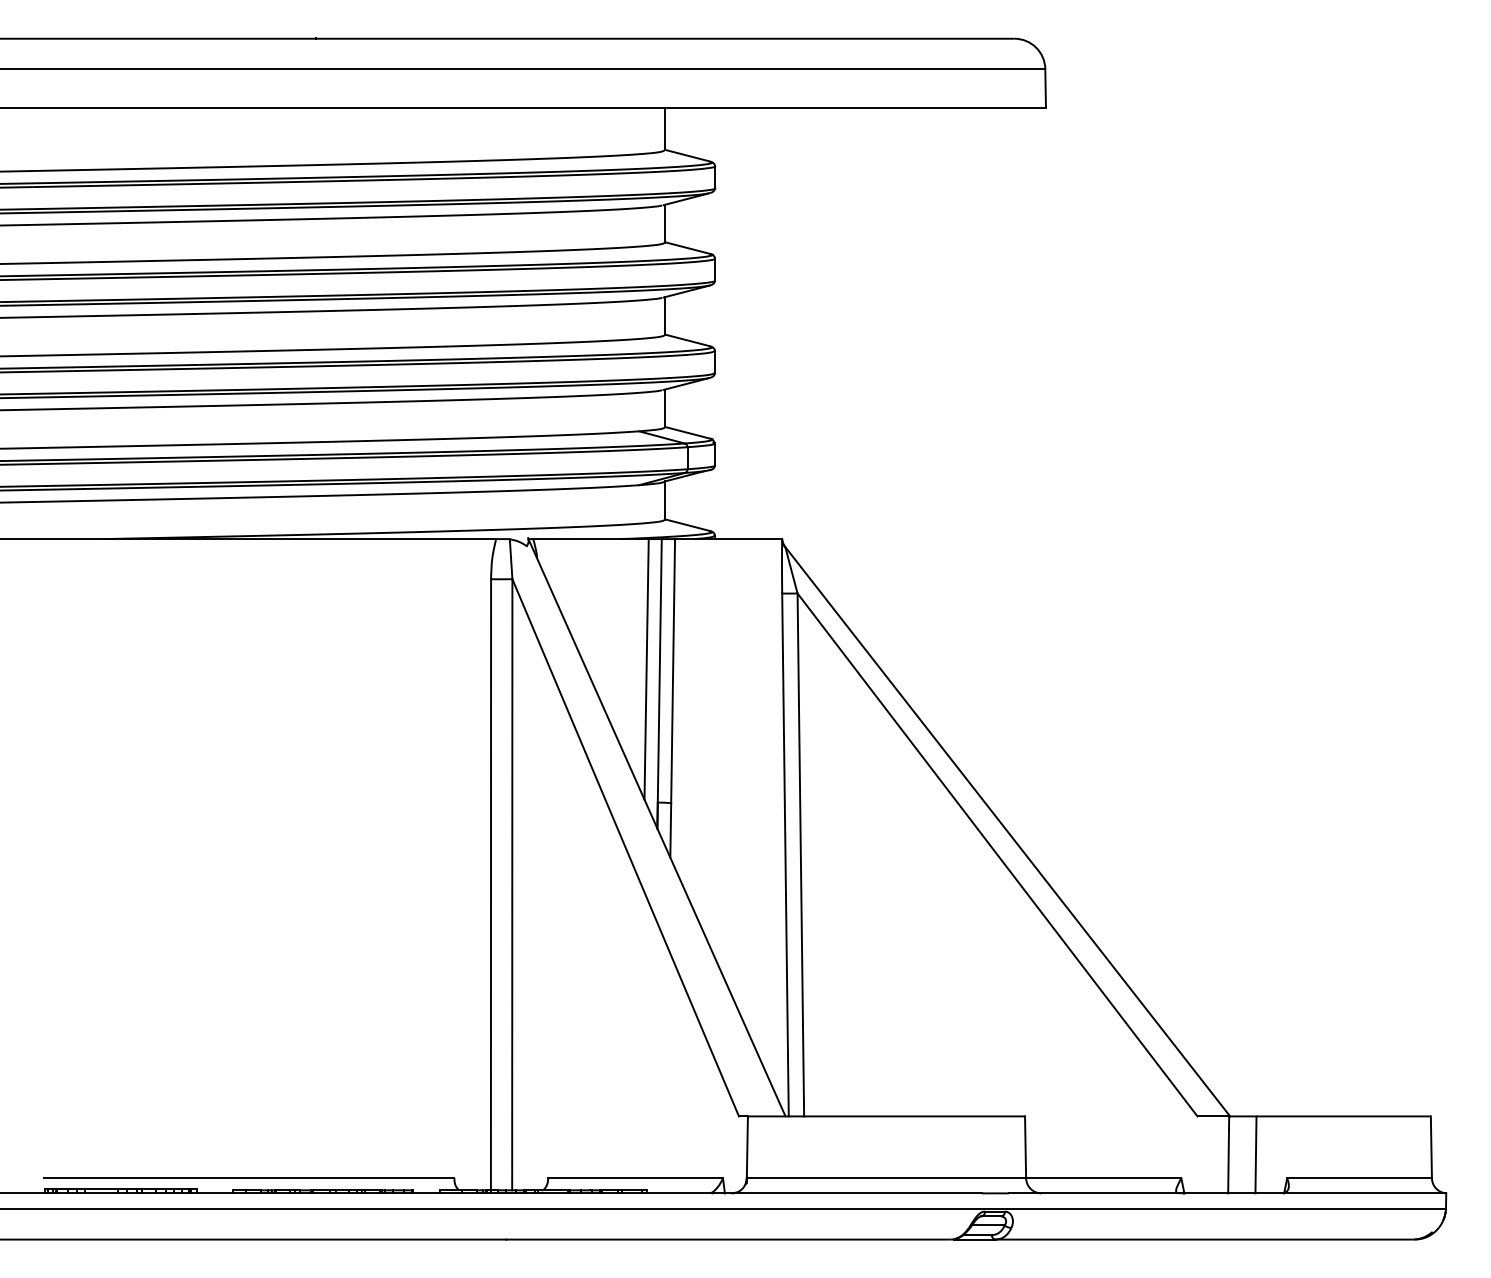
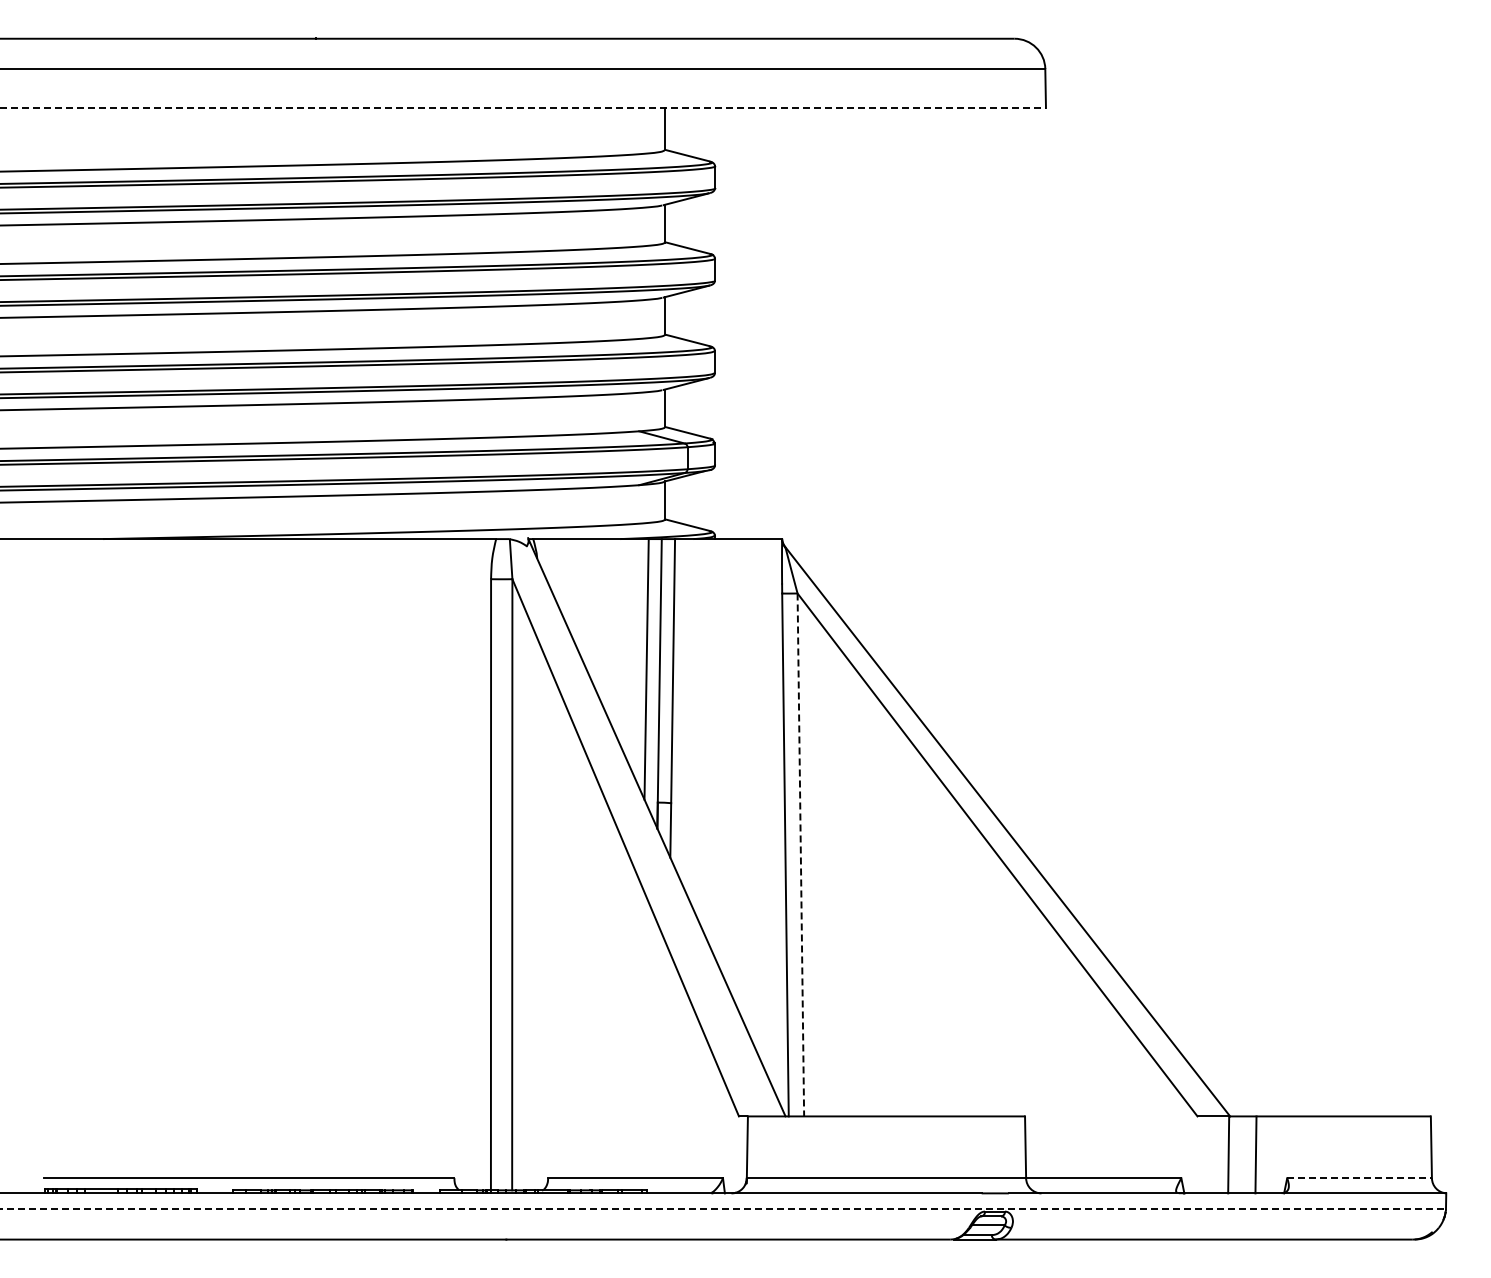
line at (523, 108): solid -> dashed
line at (800, 855): solid -> dashed
line at (1360, 1178): solid -> dashed
line at (723, 1209): solid -> dashed
